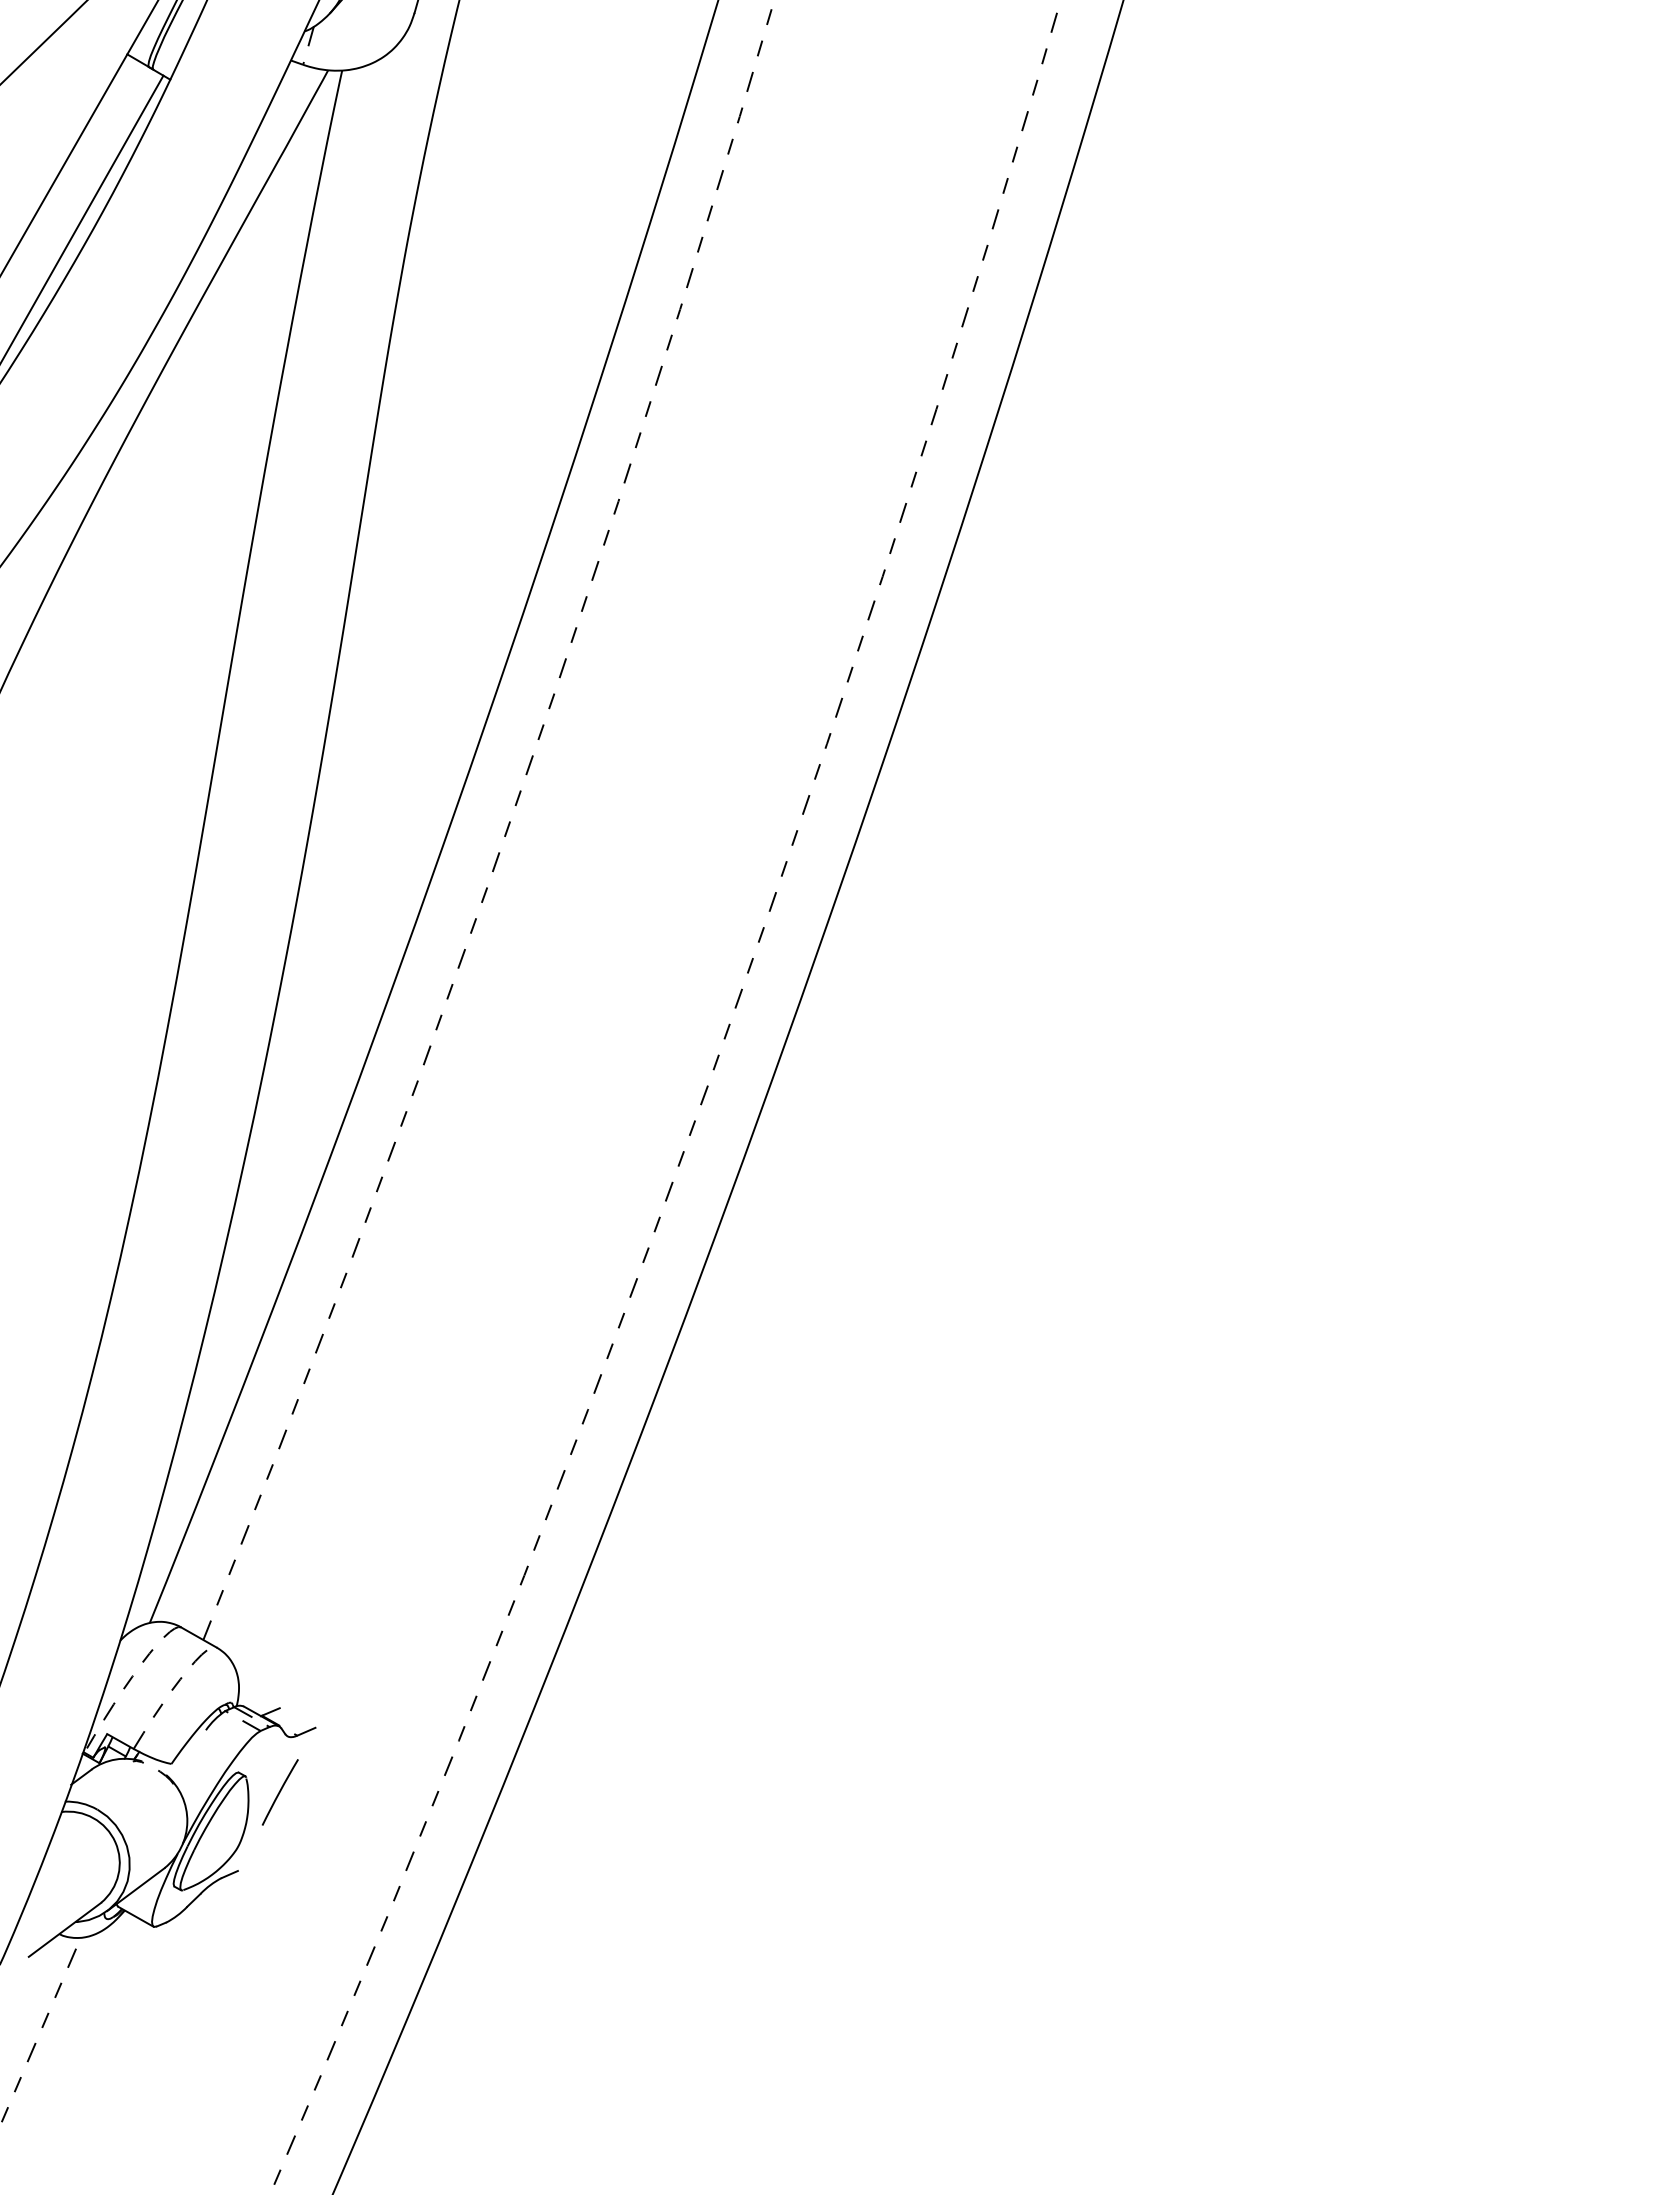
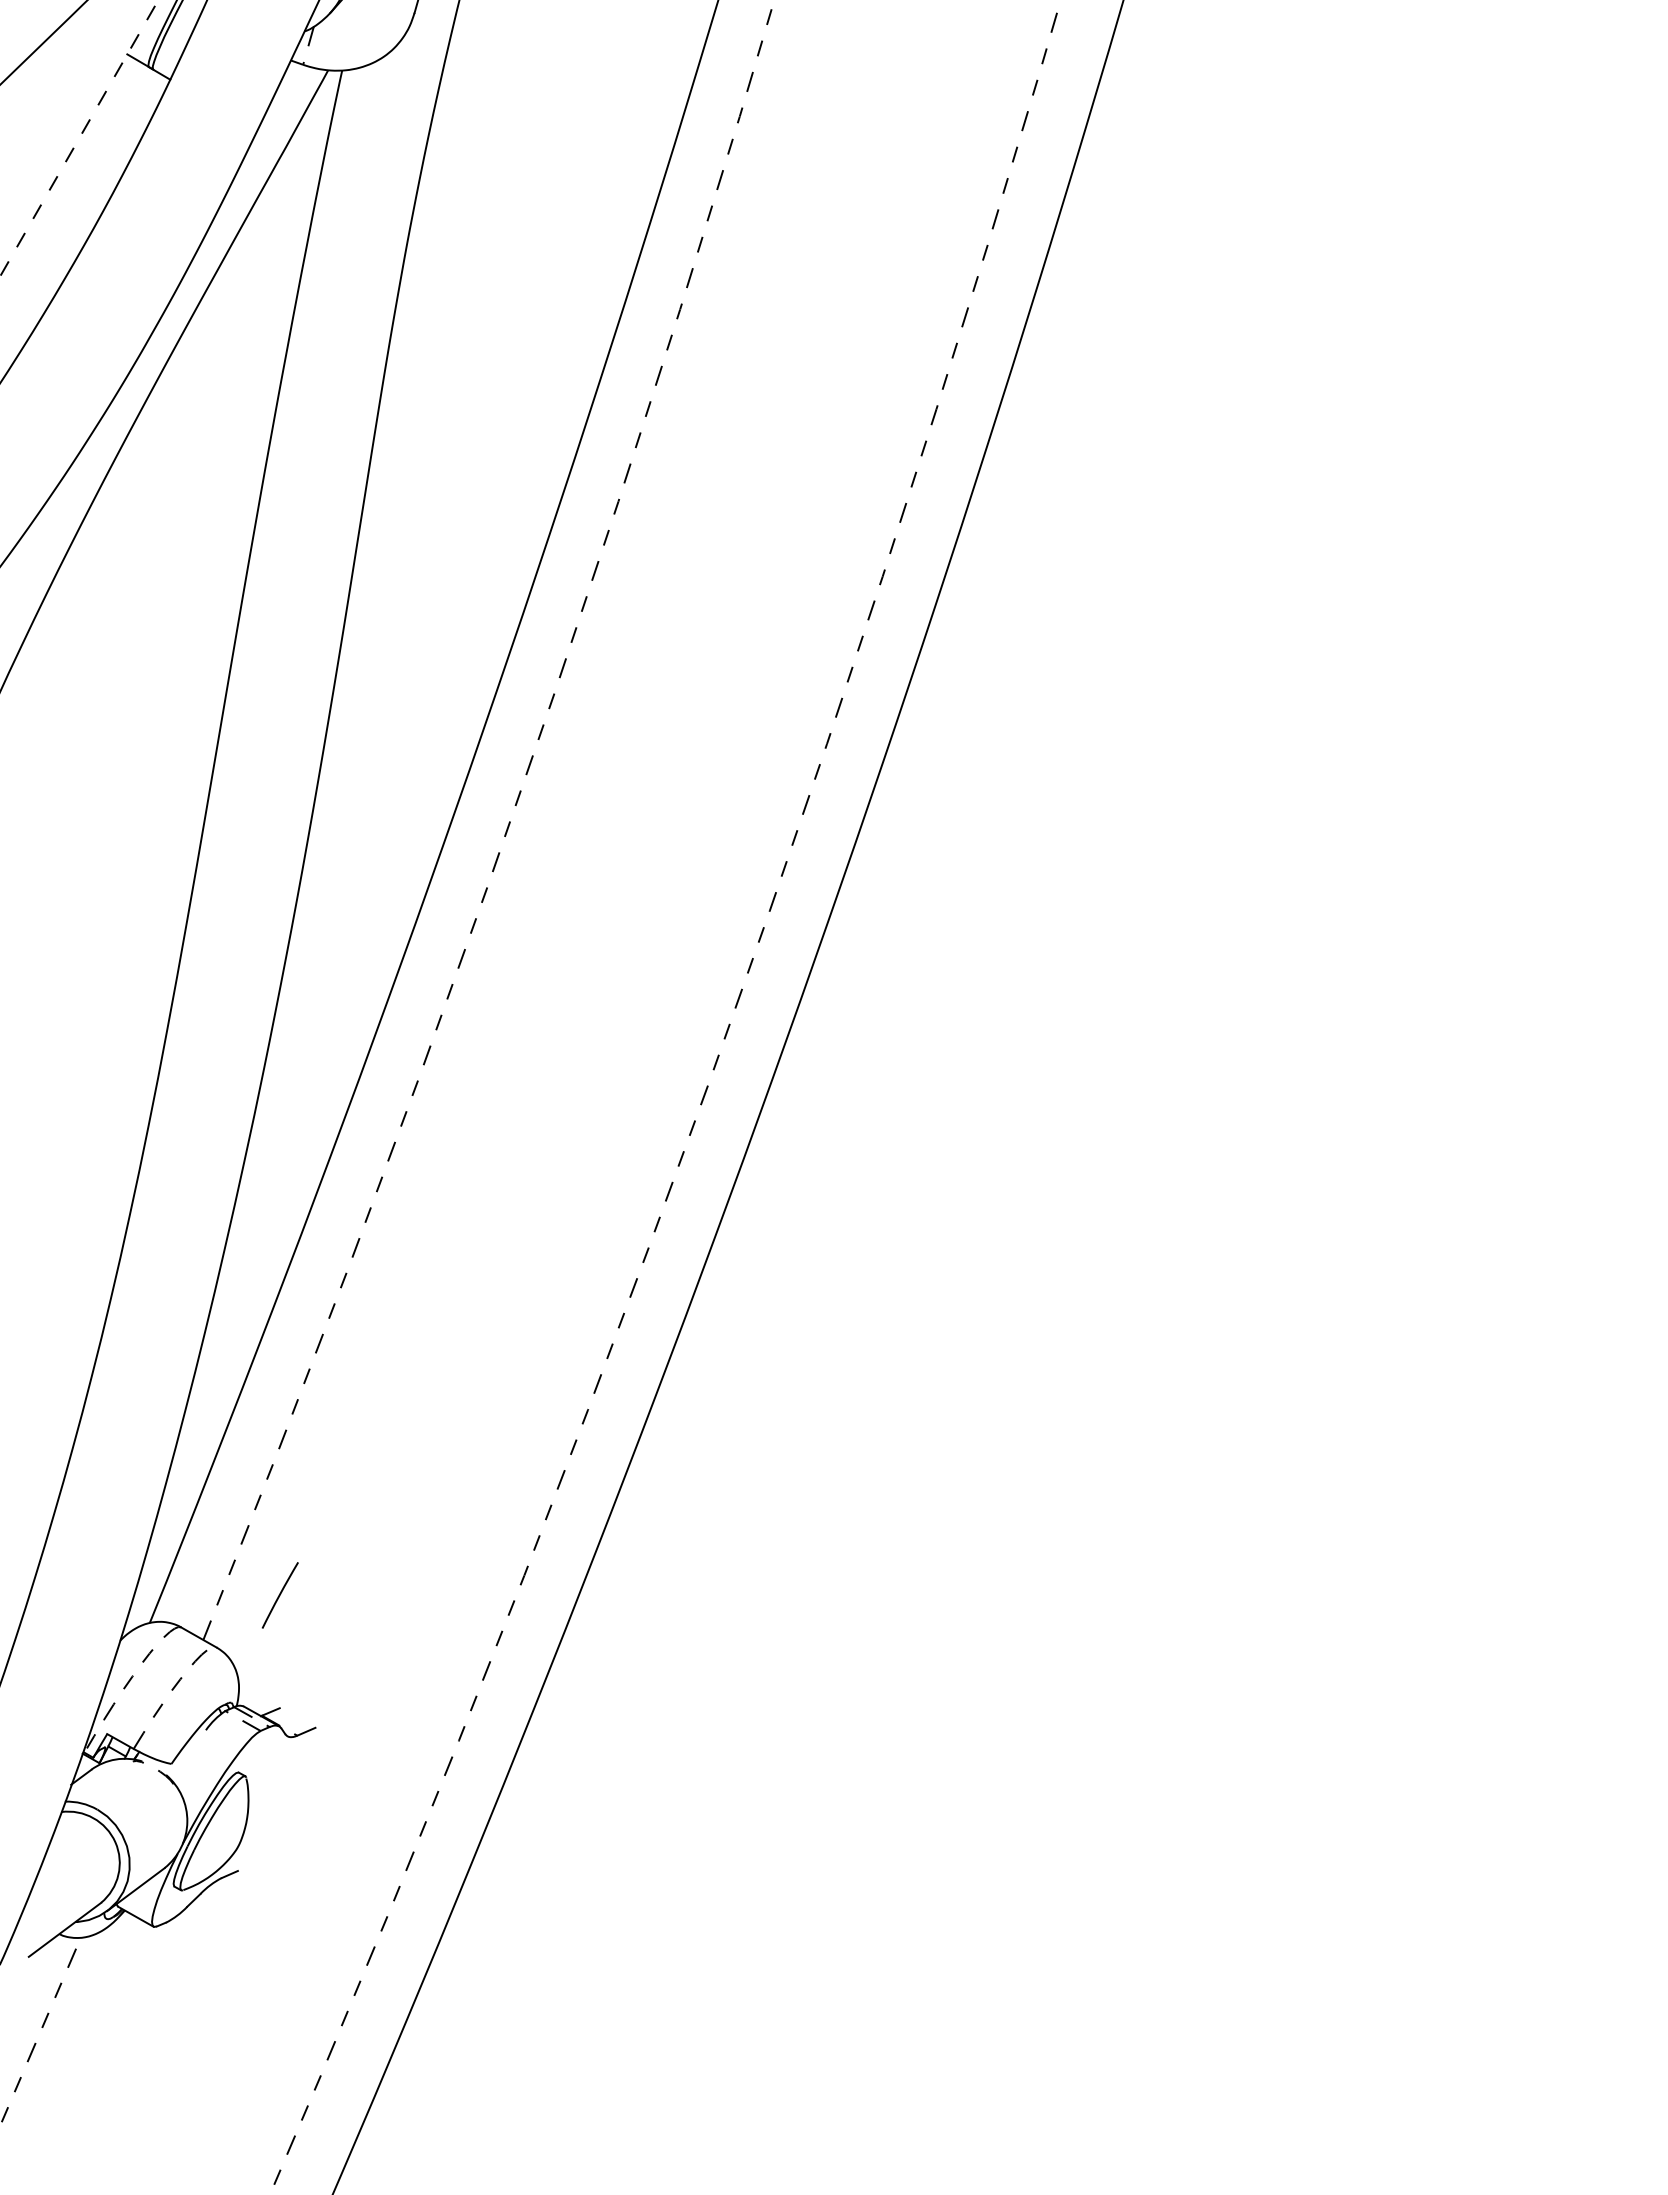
line at (79, 137): solid -> dashed
line at (82, 217): present -> none
line at (279, 1792) position: (279, 1792) -> (279, 1595)
